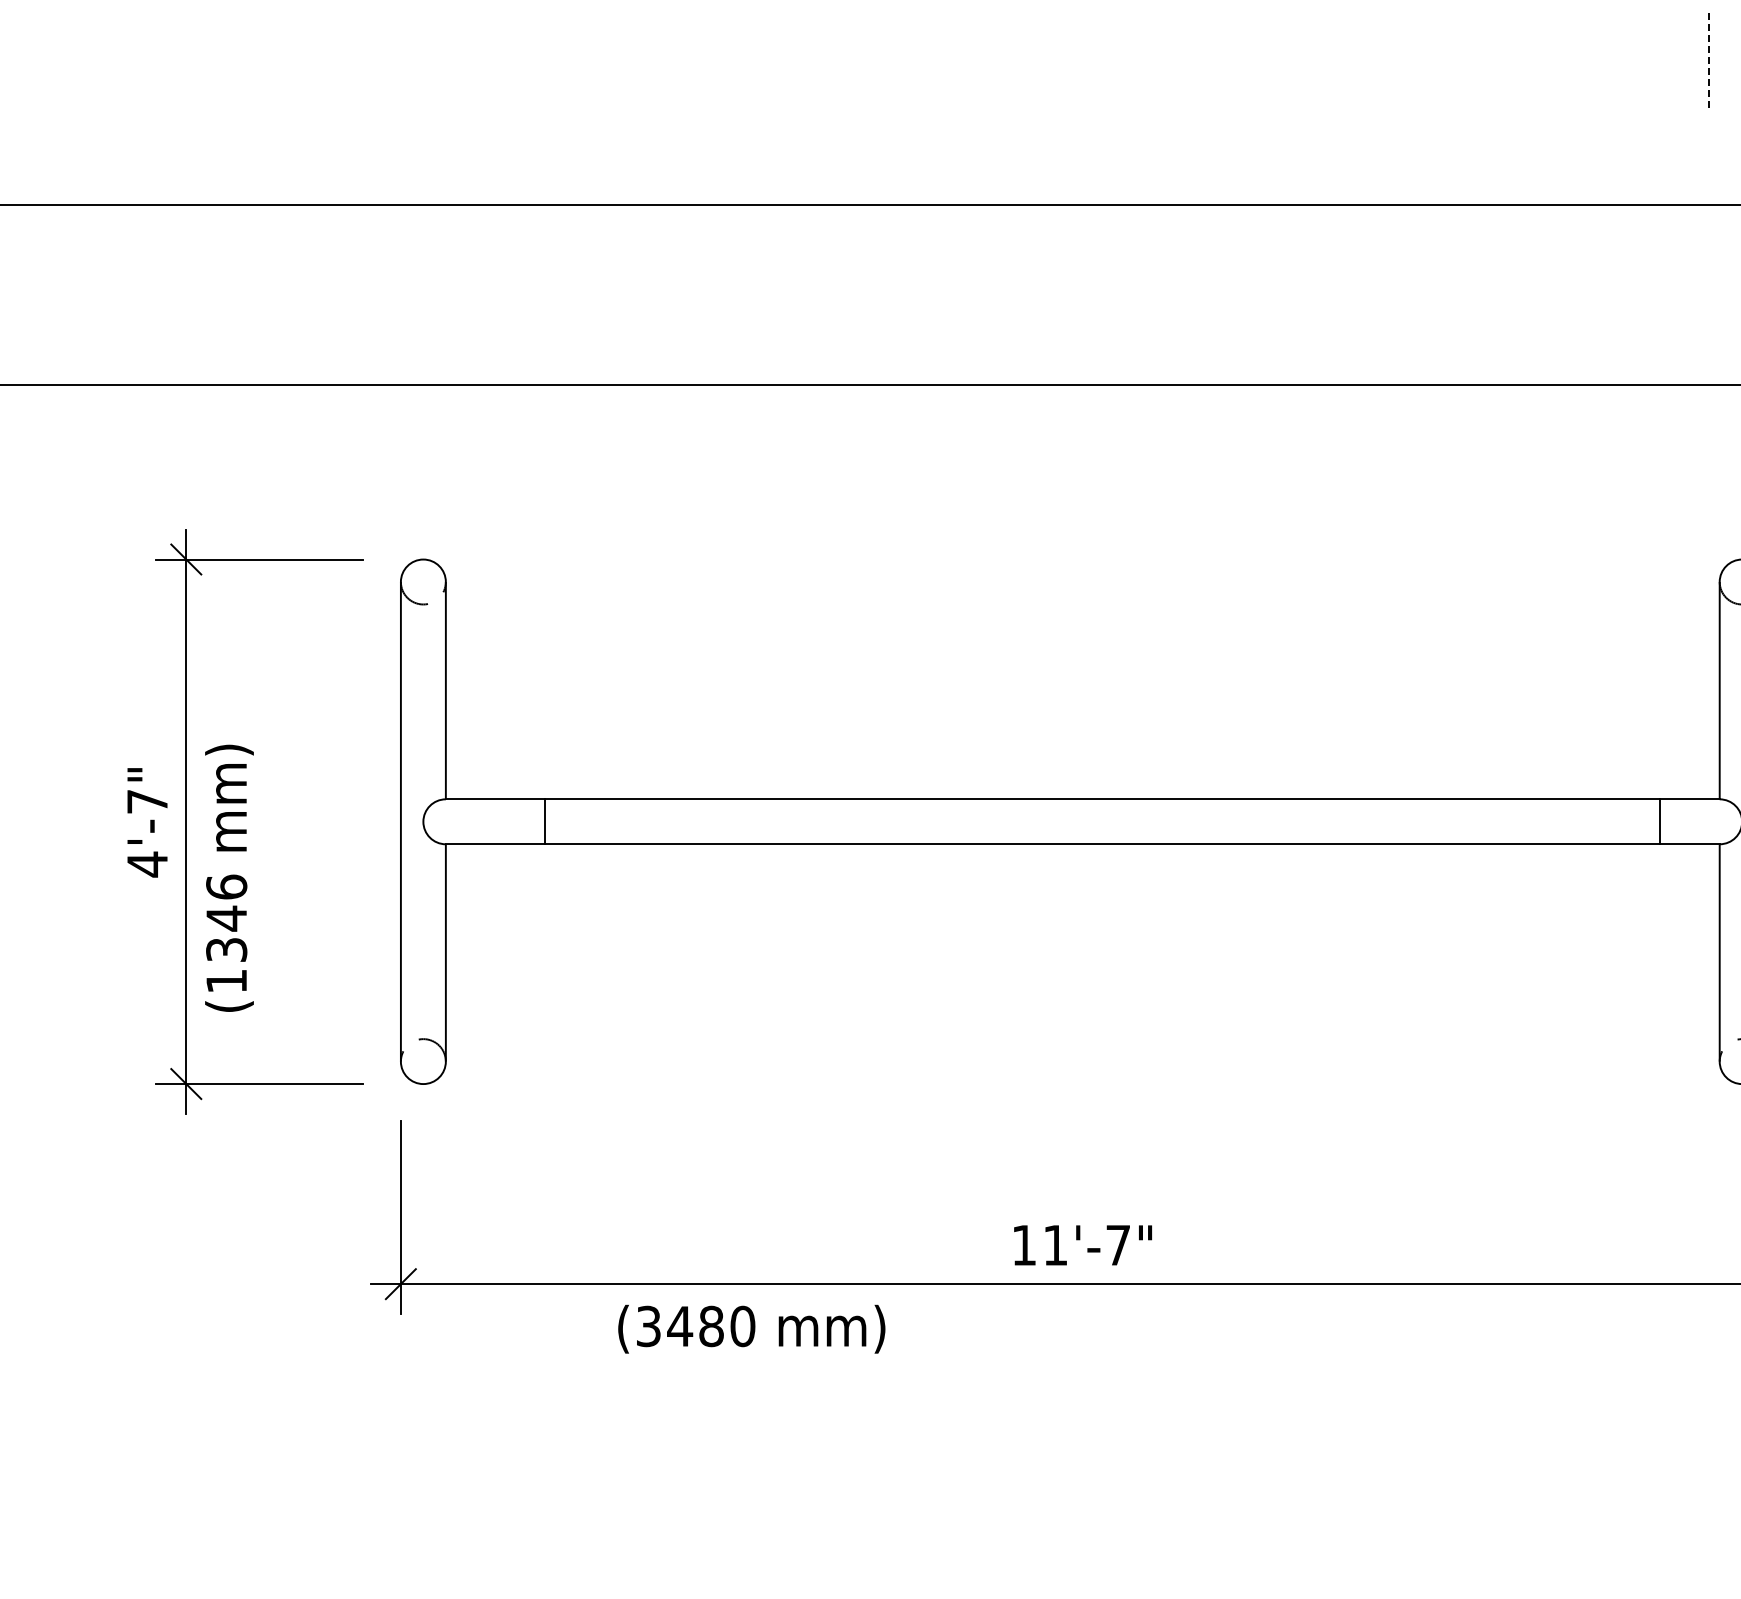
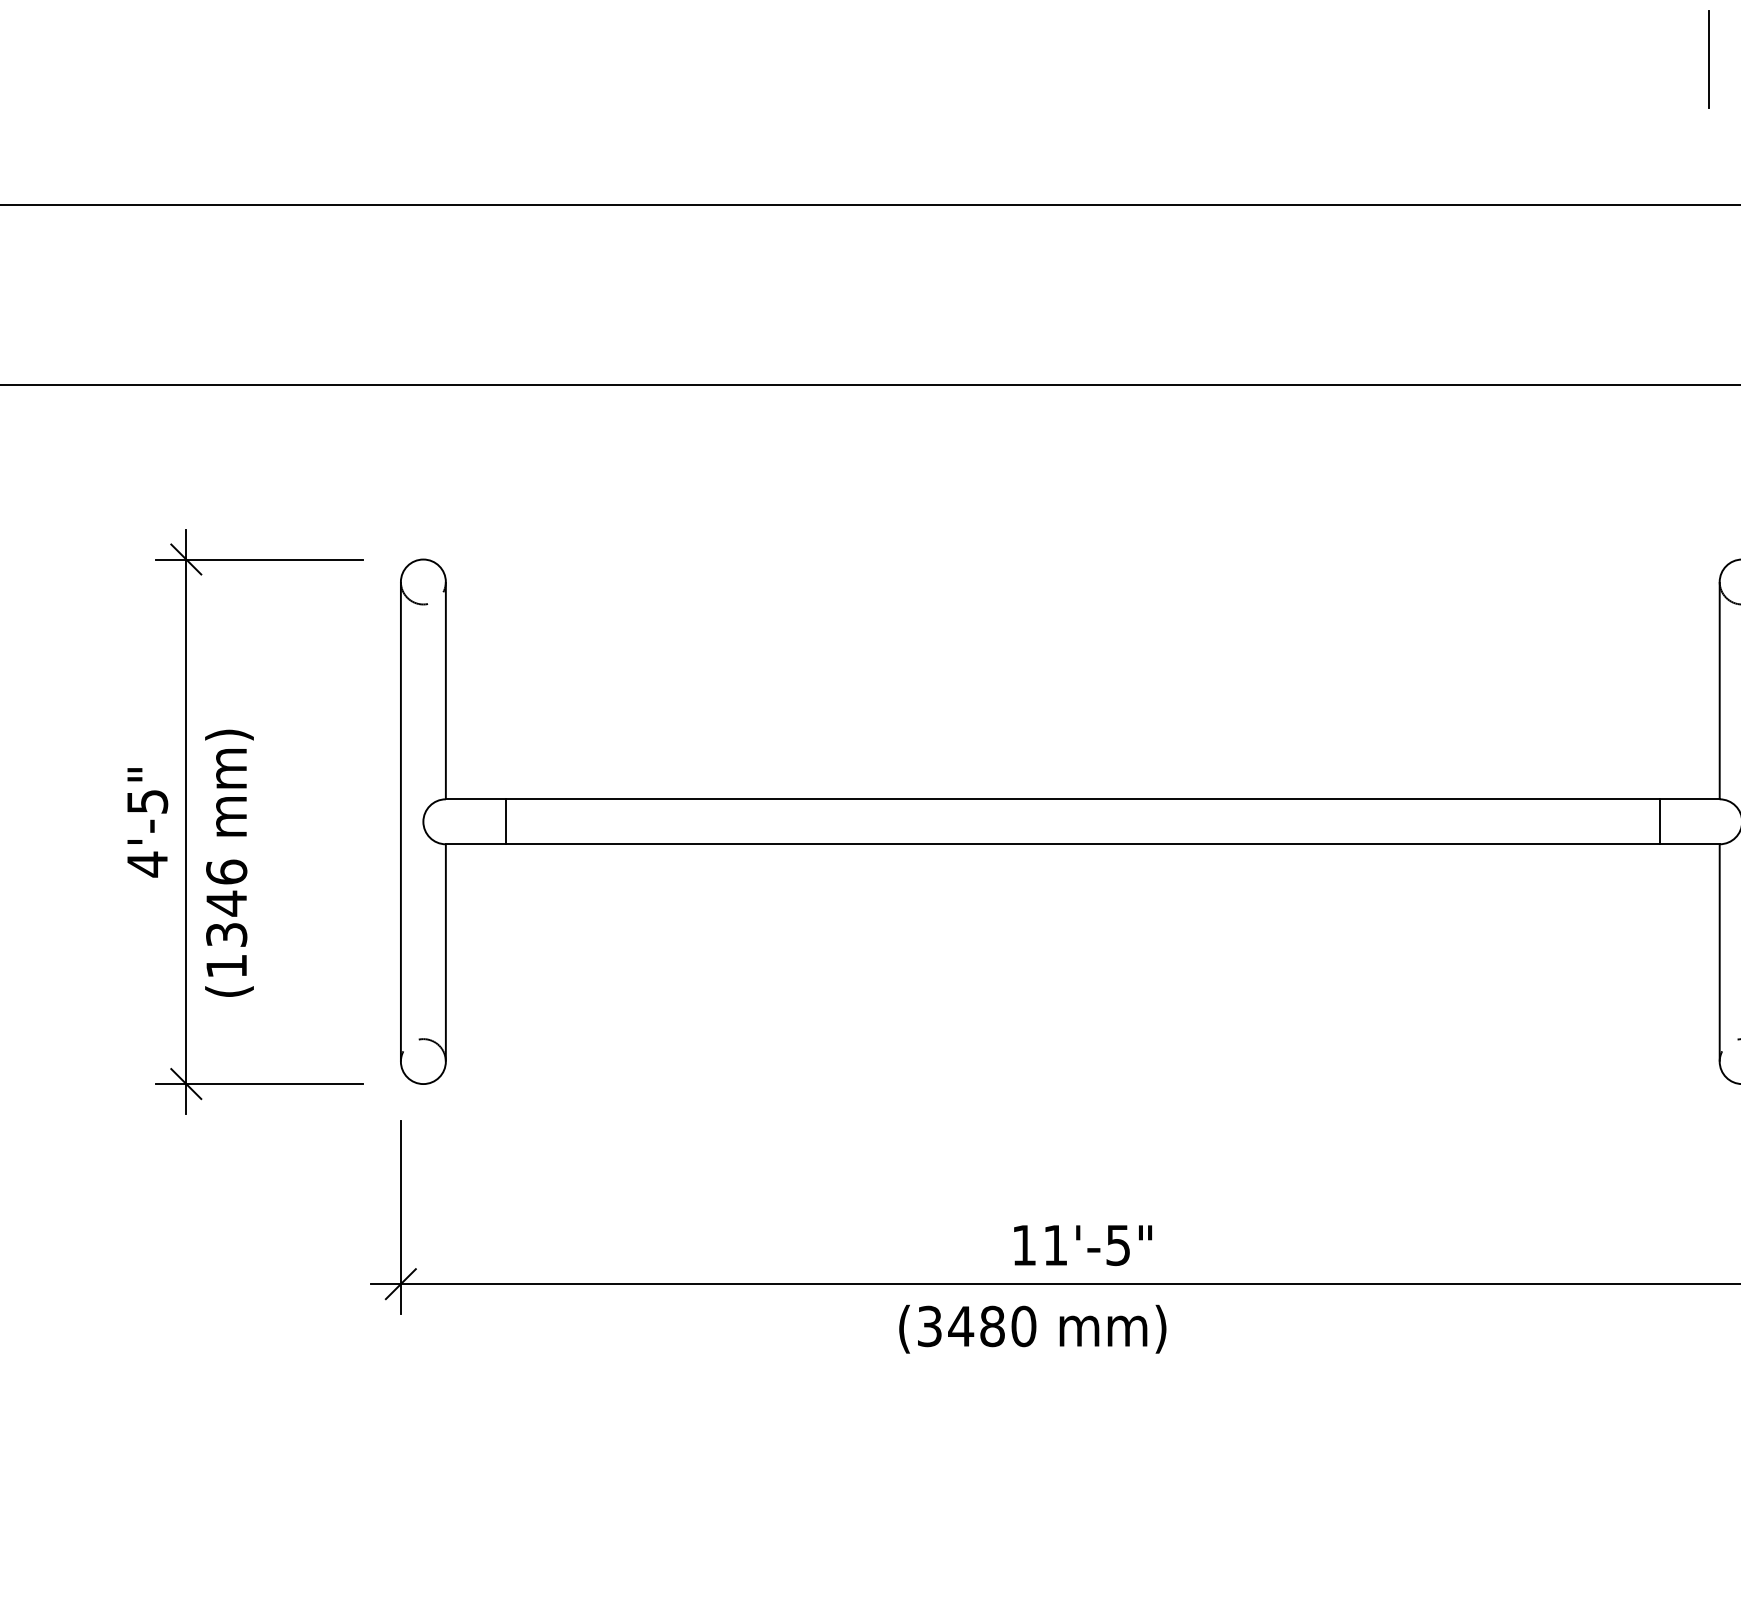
line at (1708, 59): dashed -> solid
text at (147, 801): 4'-7" -> 4'-5"
line at (544, 821) position: (544, 821) -> (505, 821)
text at (229, 877) position: (229, 877) -> (229, 862)
text at (1117, 1245): 11'-7" -> 11'-5"
text at (751, 1328) position: (751, 1328) -> (1032, 1328)
